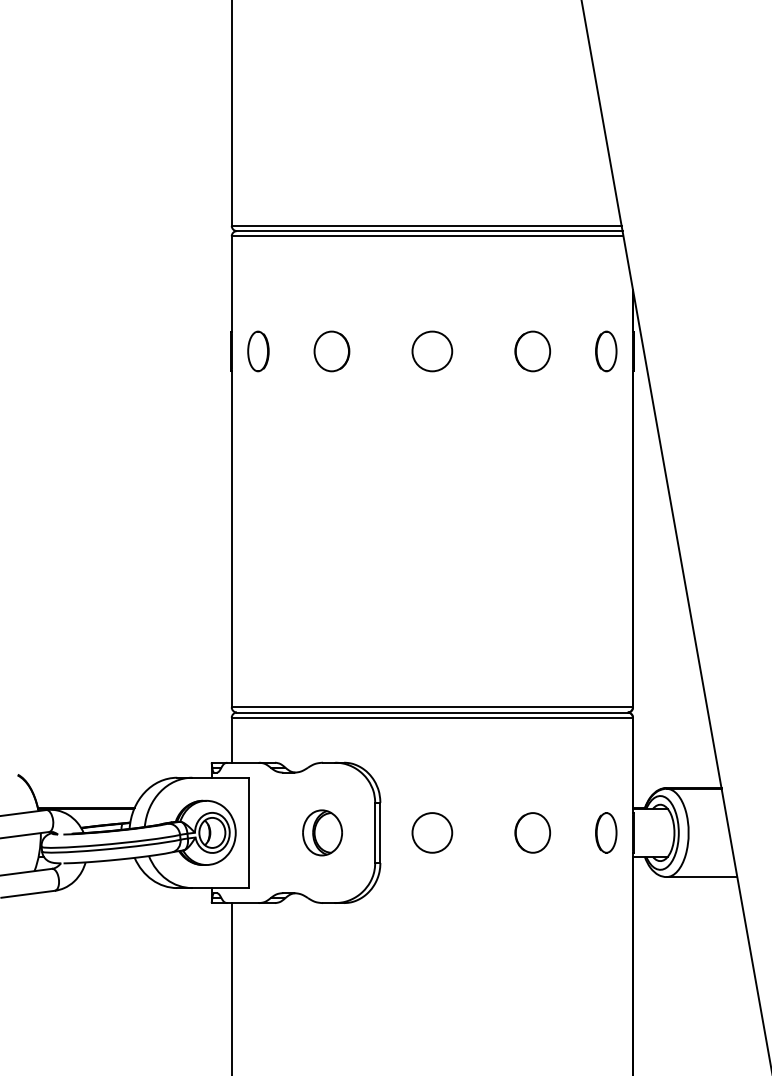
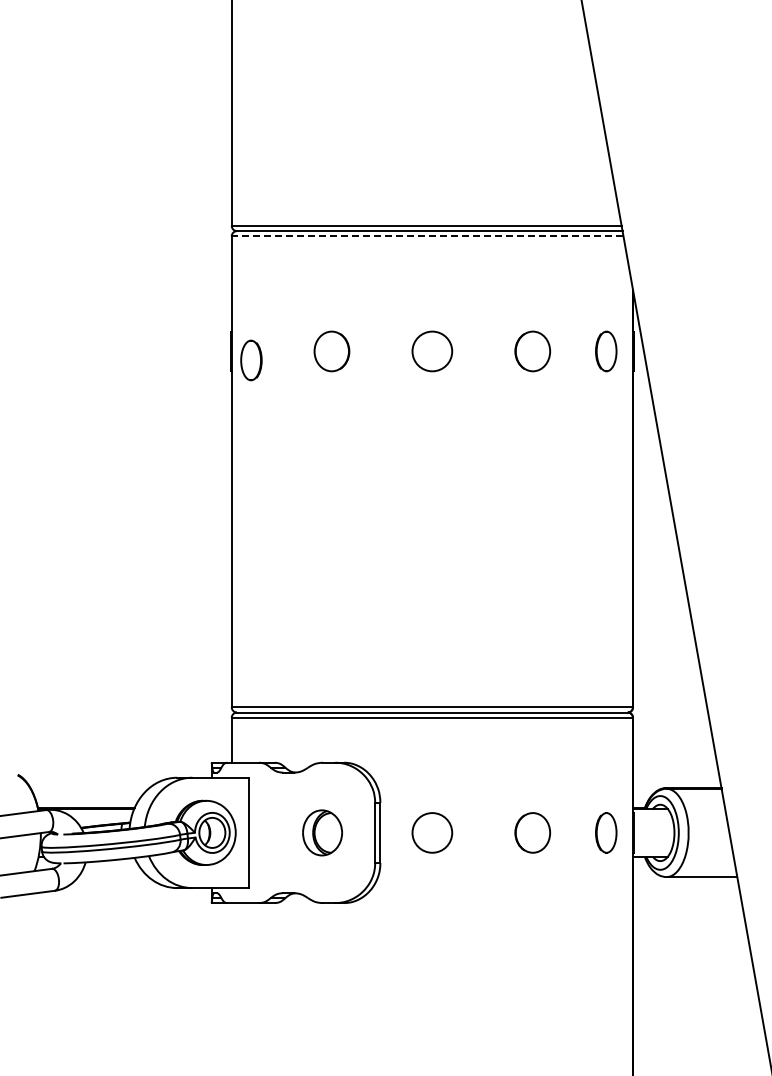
line at (427, 236): solid -> dashed
part at (258, 351) position: (258, 351) -> (251, 360)
line at (231, 987): present -> none
